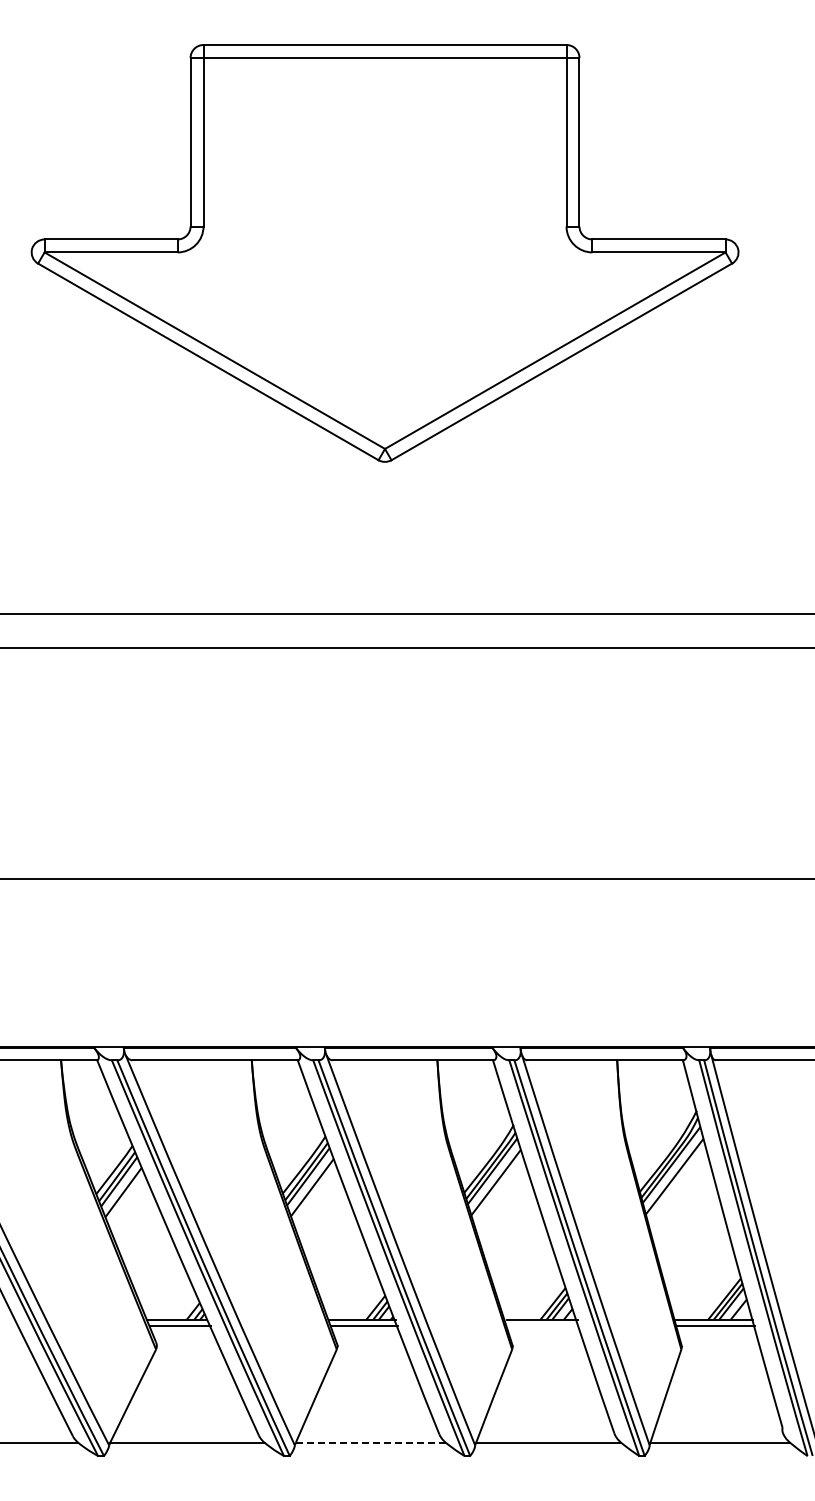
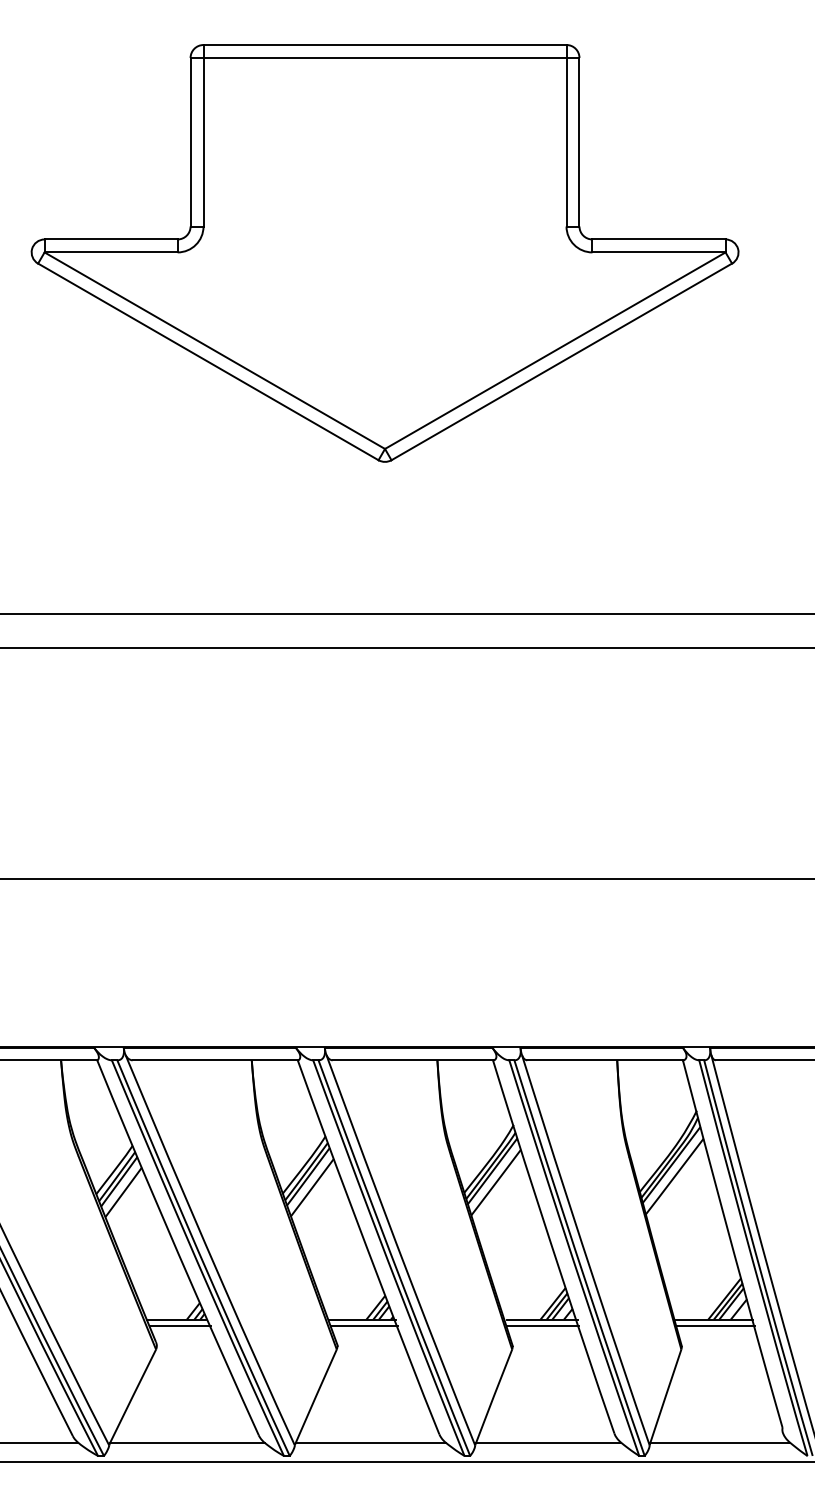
line at (542, 1326): none -> present
line at (370, 1442): dashed -> solid
line at (406, 1462): none -> present
